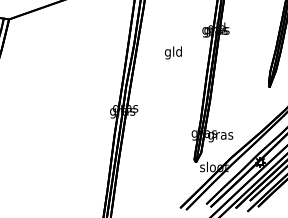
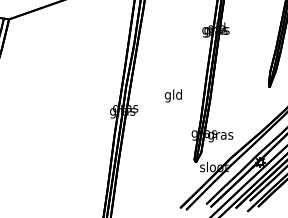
text at (173, 52) position: (173, 52) -> (173, 95)
